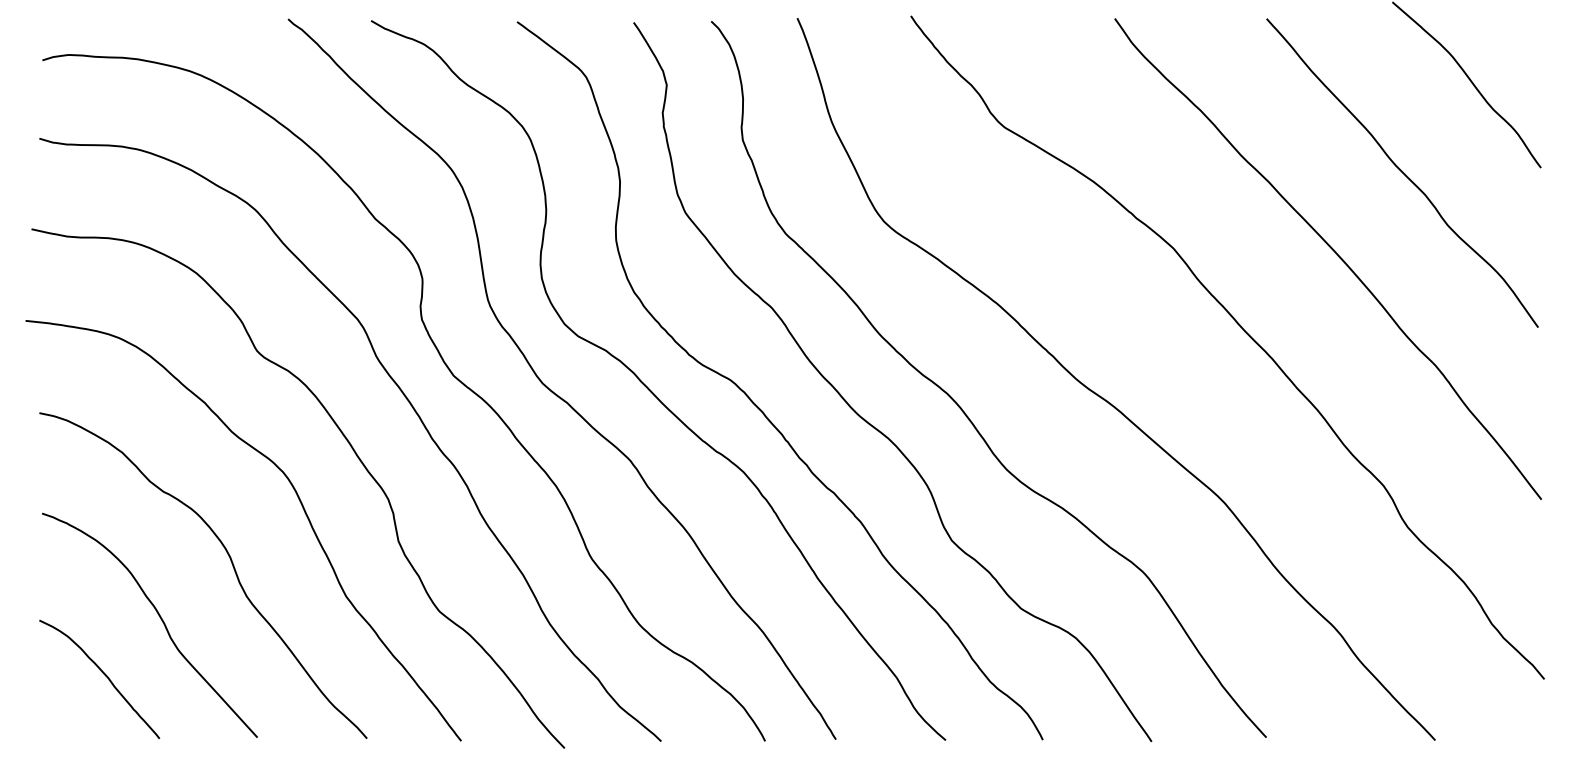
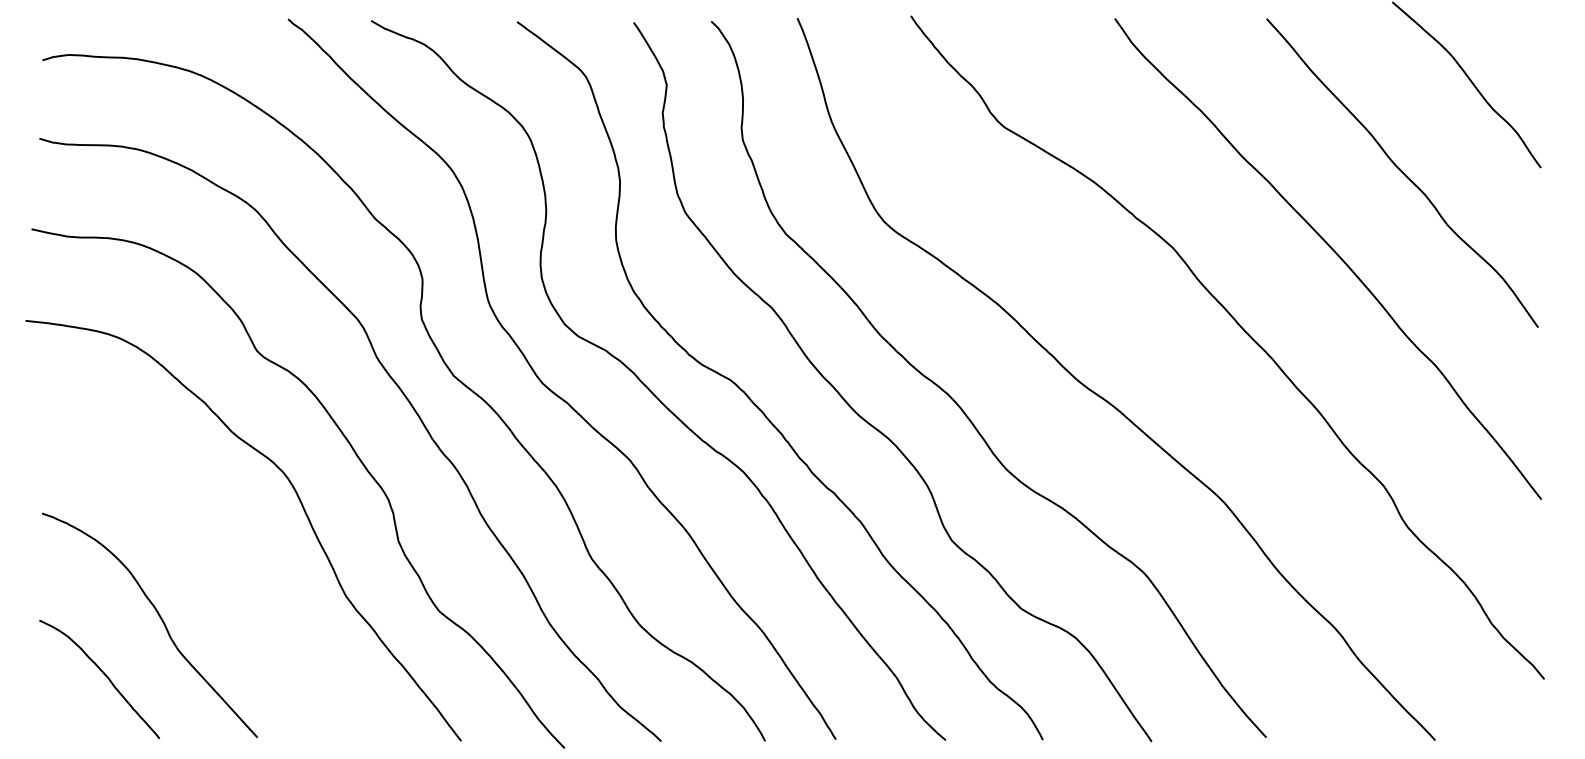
curve at (232, 566): present -> none
